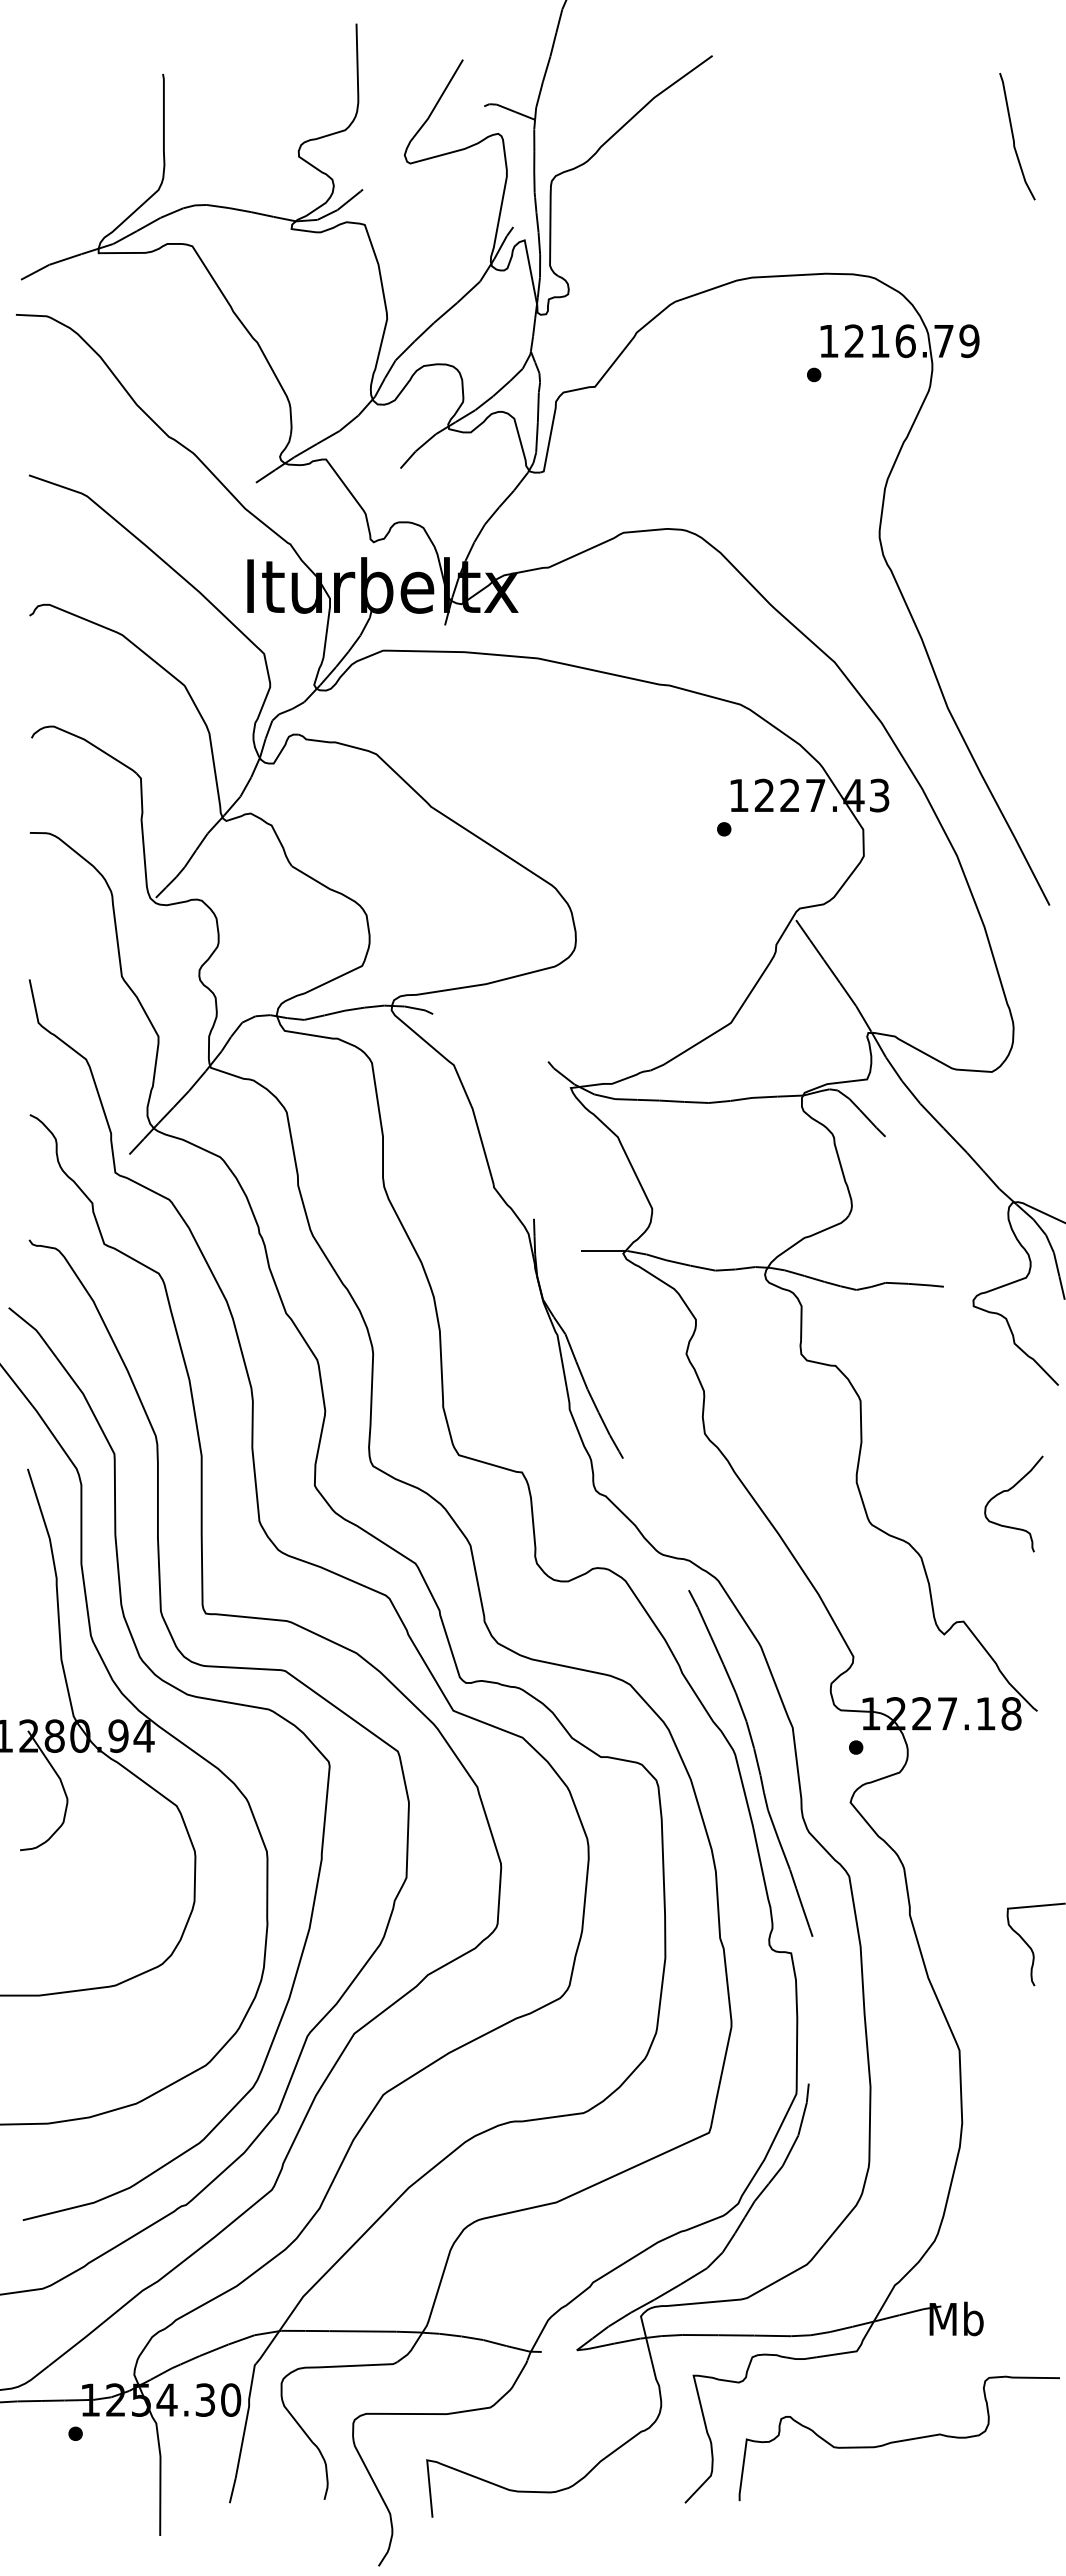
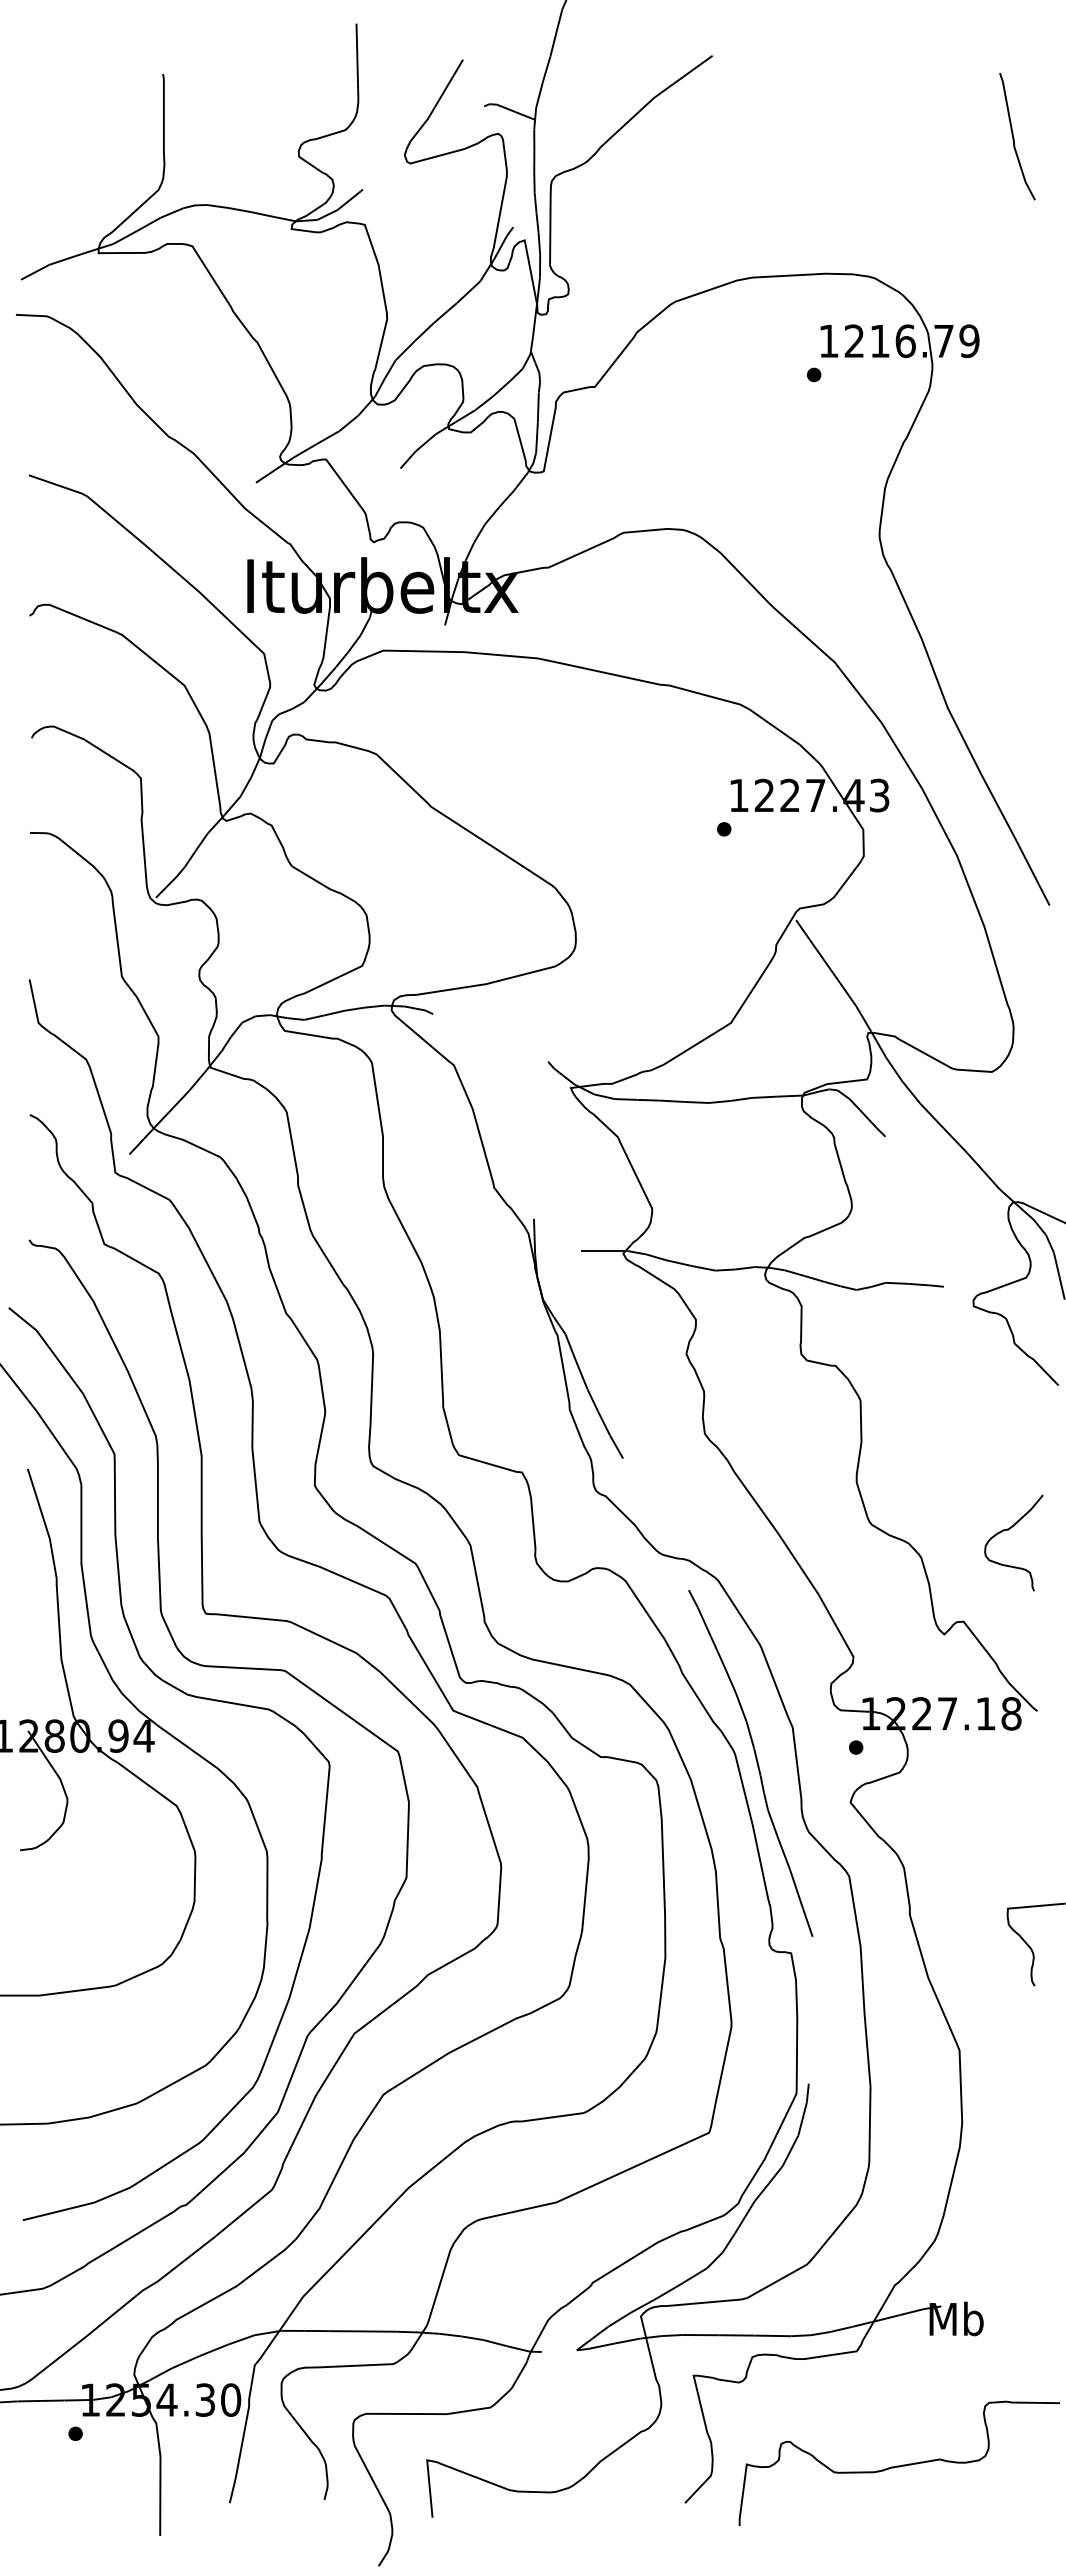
curve at (1008, 1491) position: (1008, 1491) -> (1008, 1530)
curve at (898, 2440) position: (898, 2440) -> (898, 2465)
